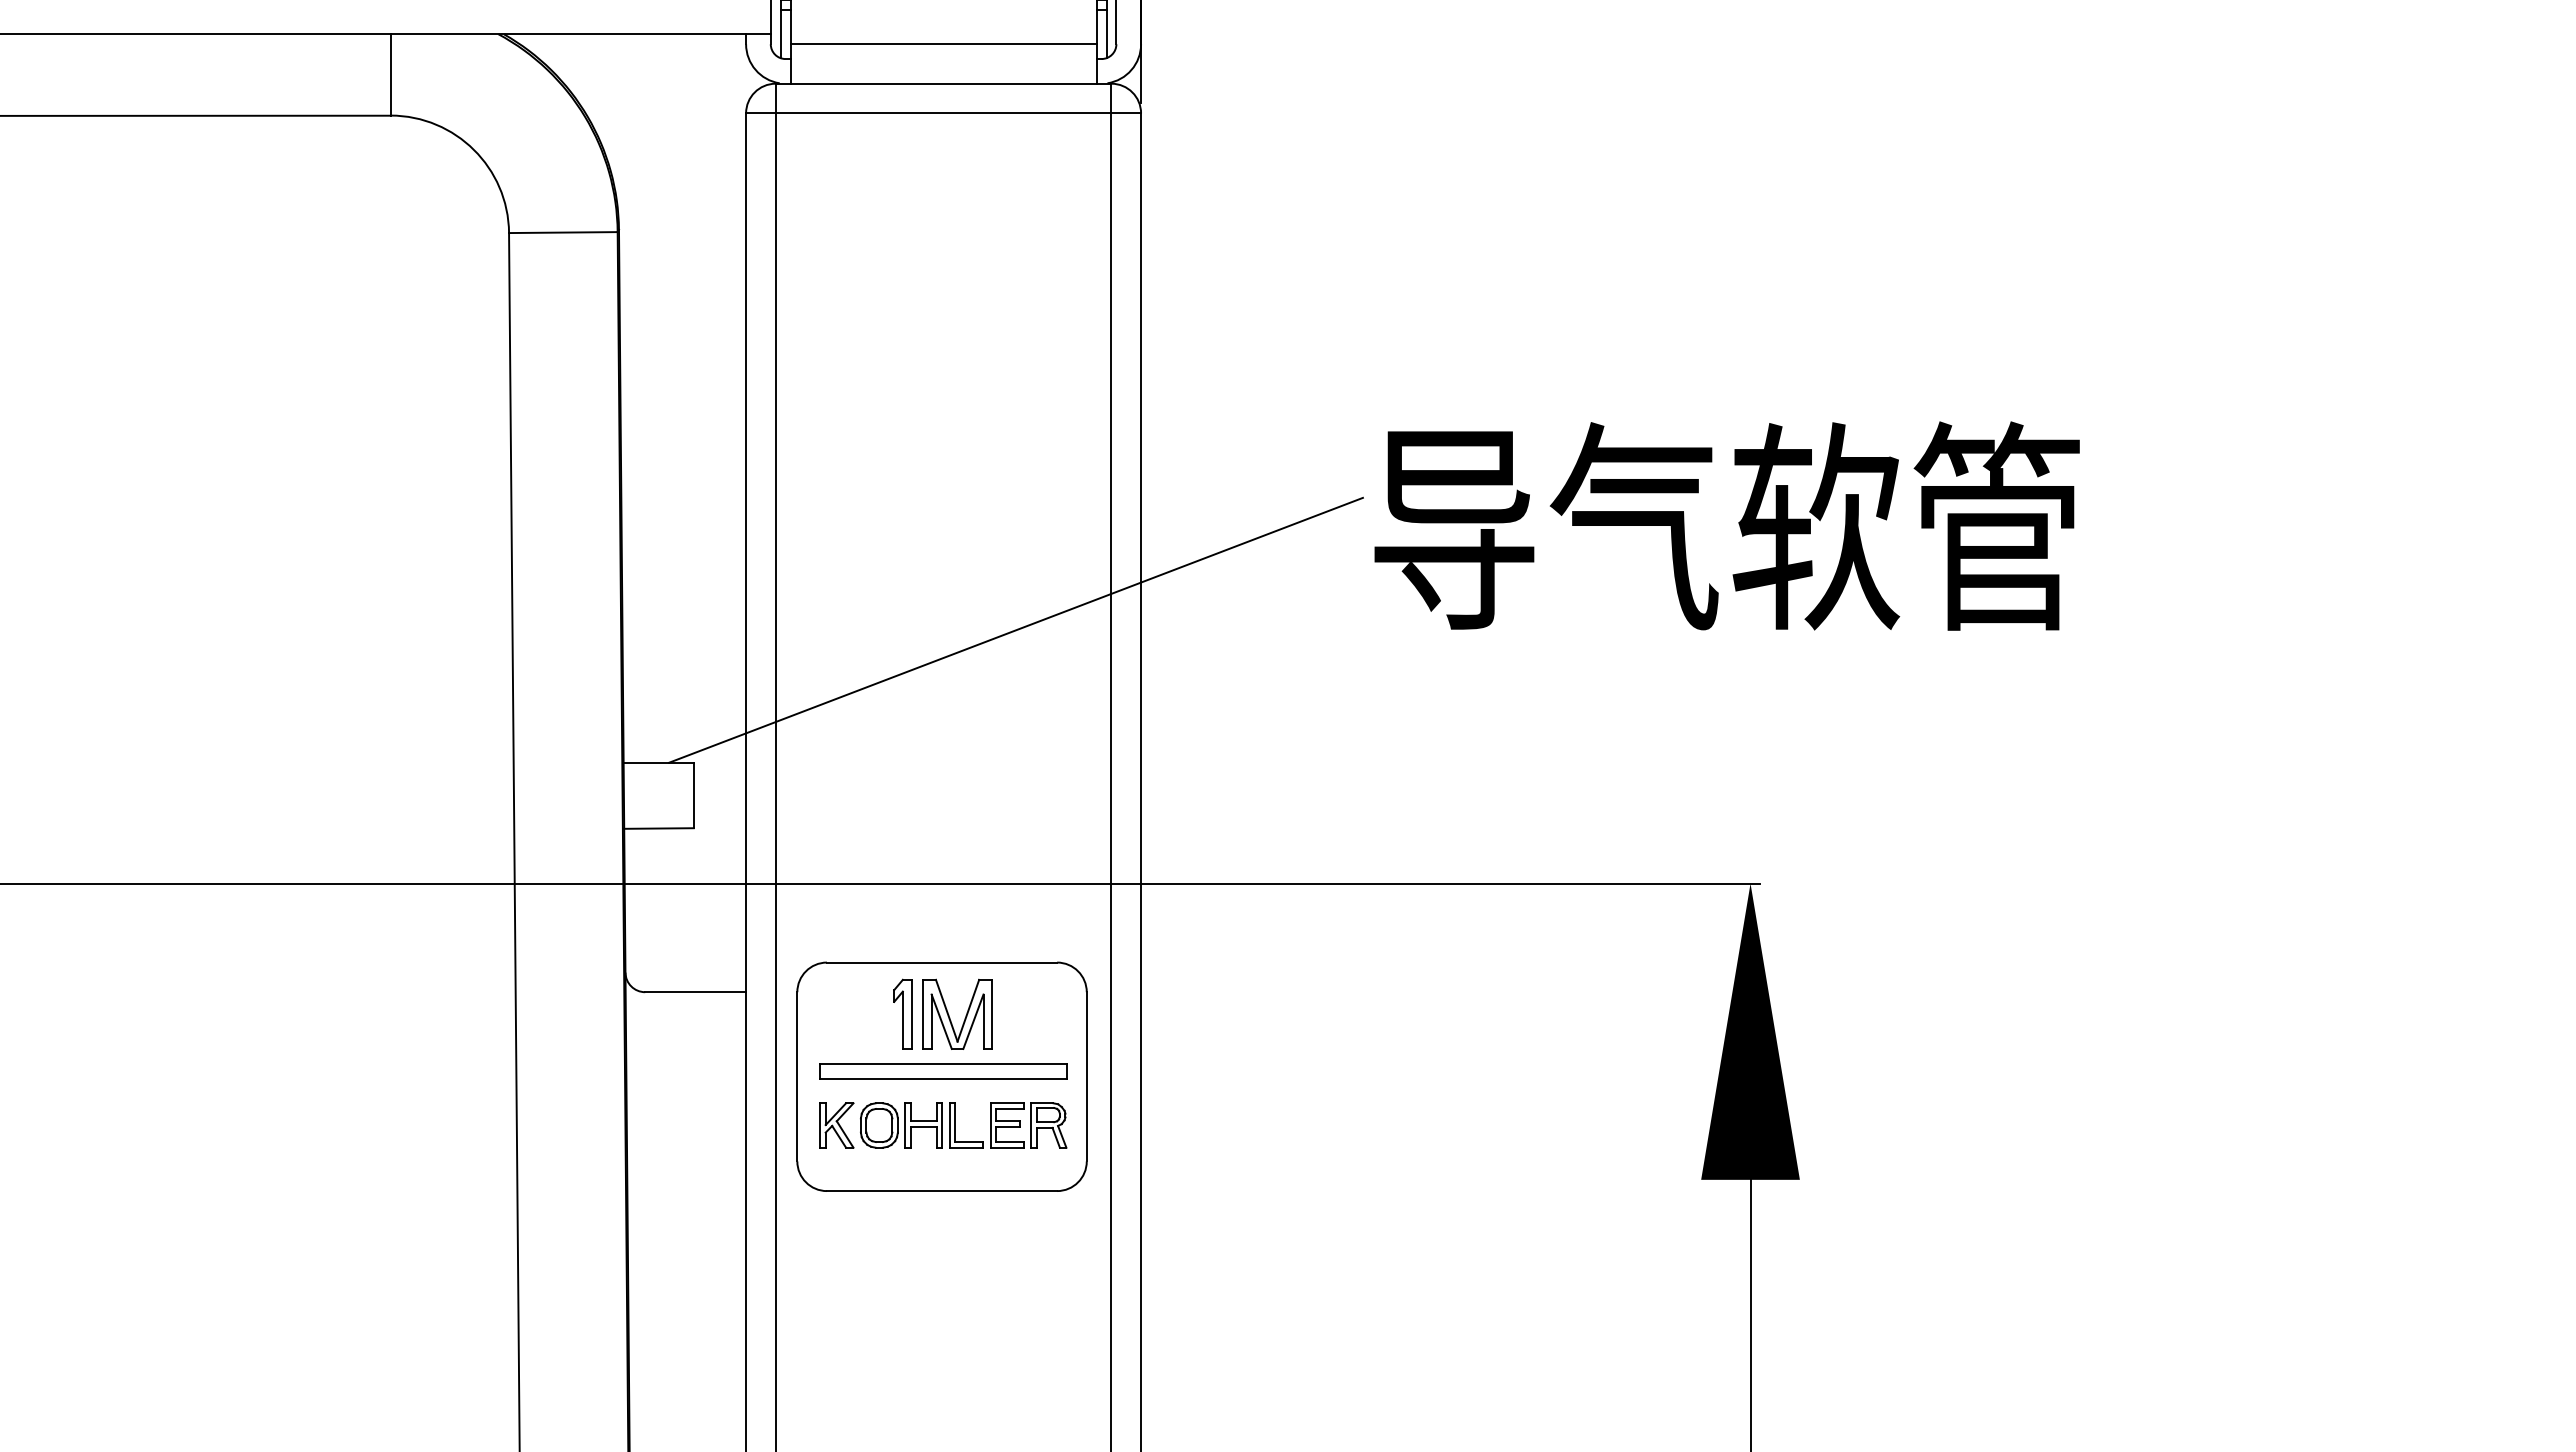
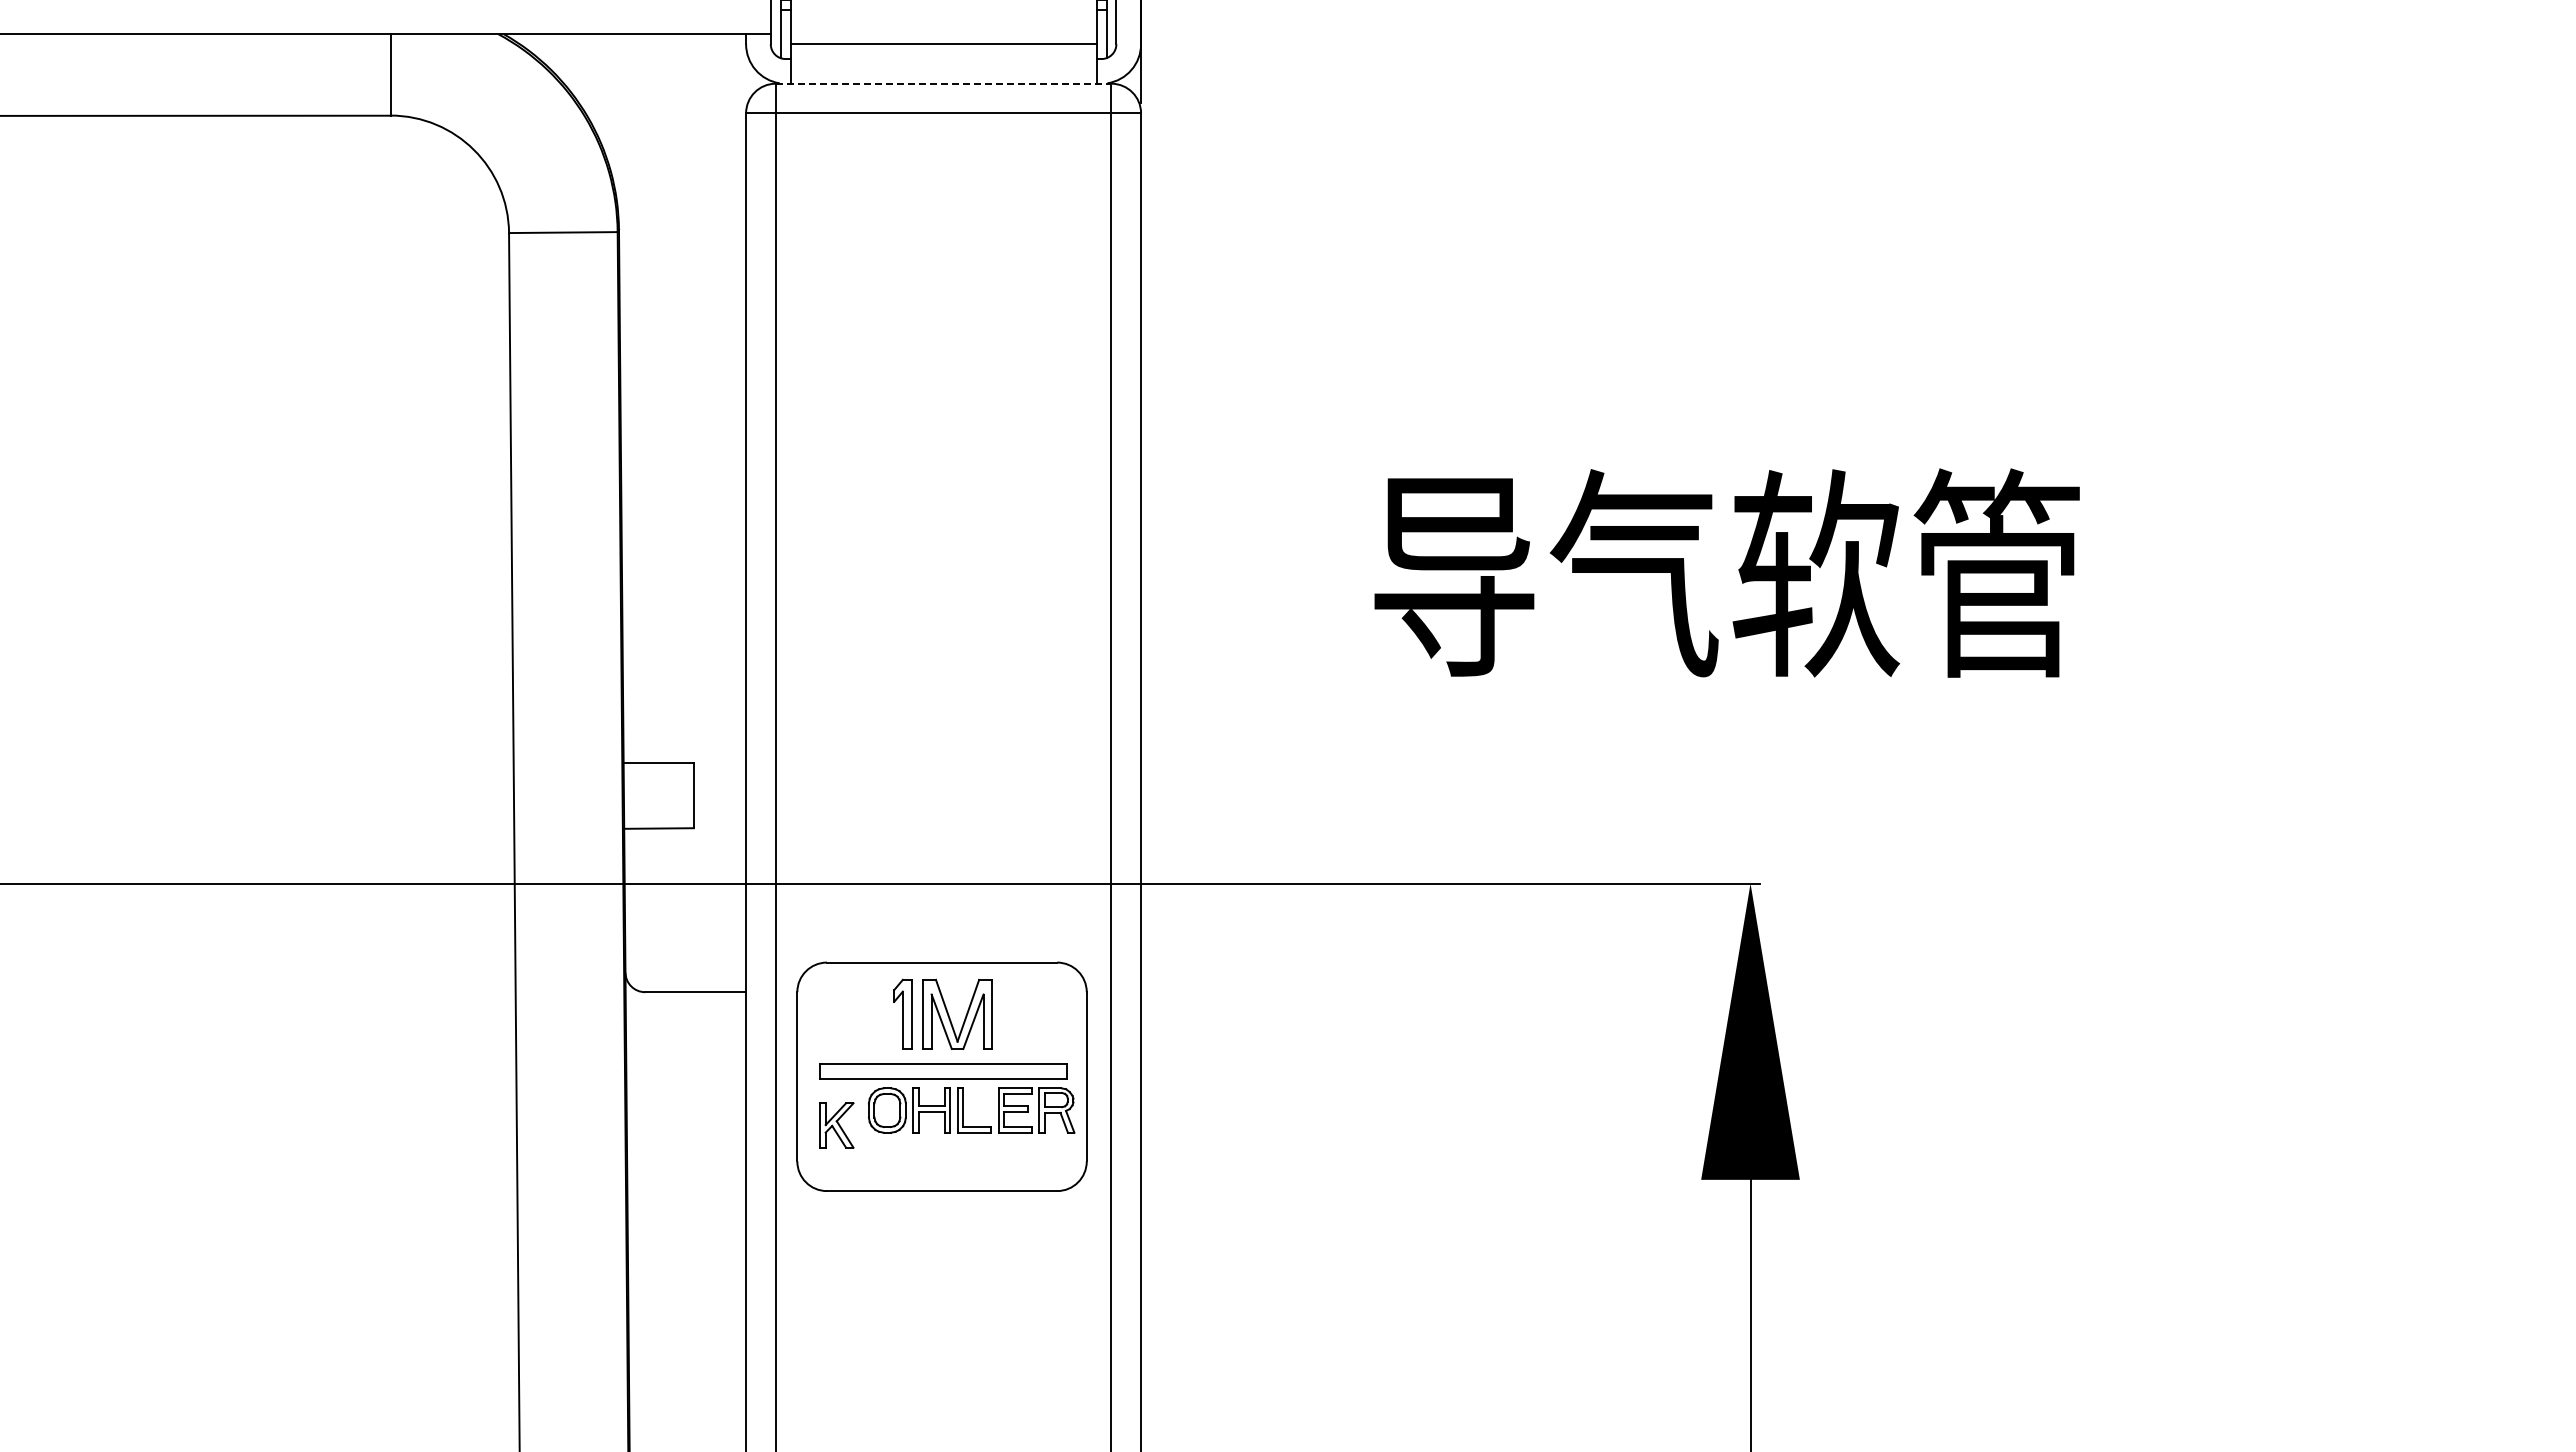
line at (943, 83): solid -> dashed
text at (1726, 525) position: (1726, 525) -> (1726, 572)
line at (1015, 629): present -> none
part at (955, 1125) position: (955, 1125) -> (963, 1110)
